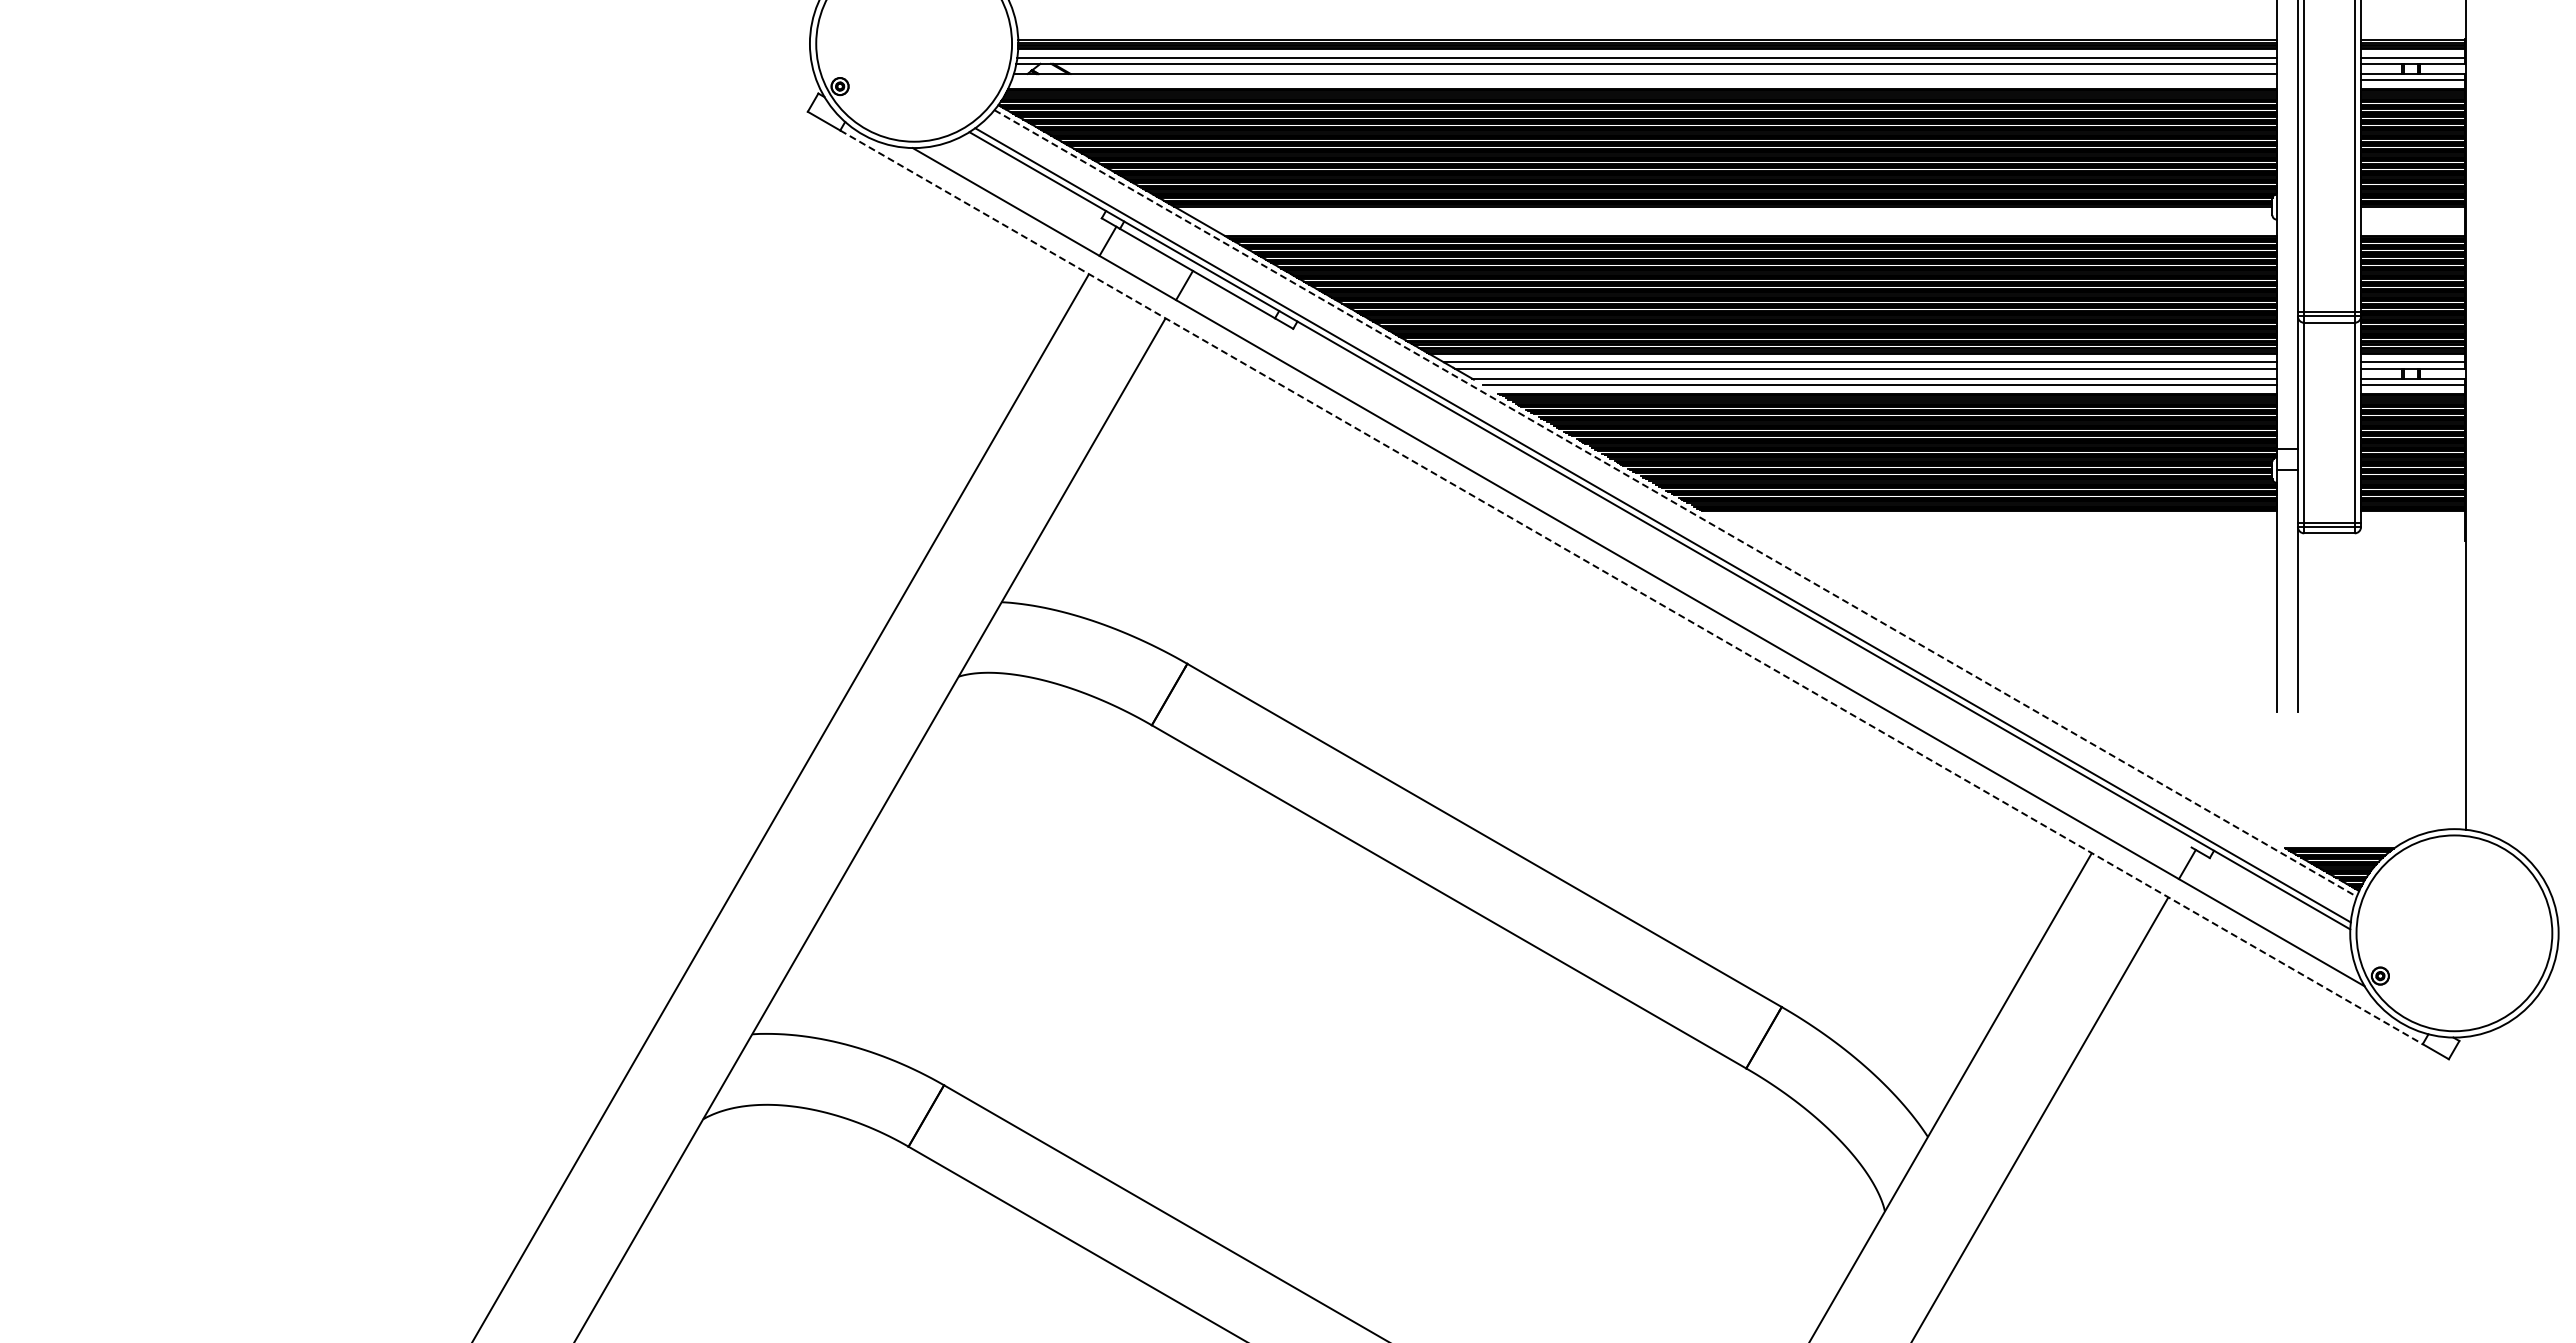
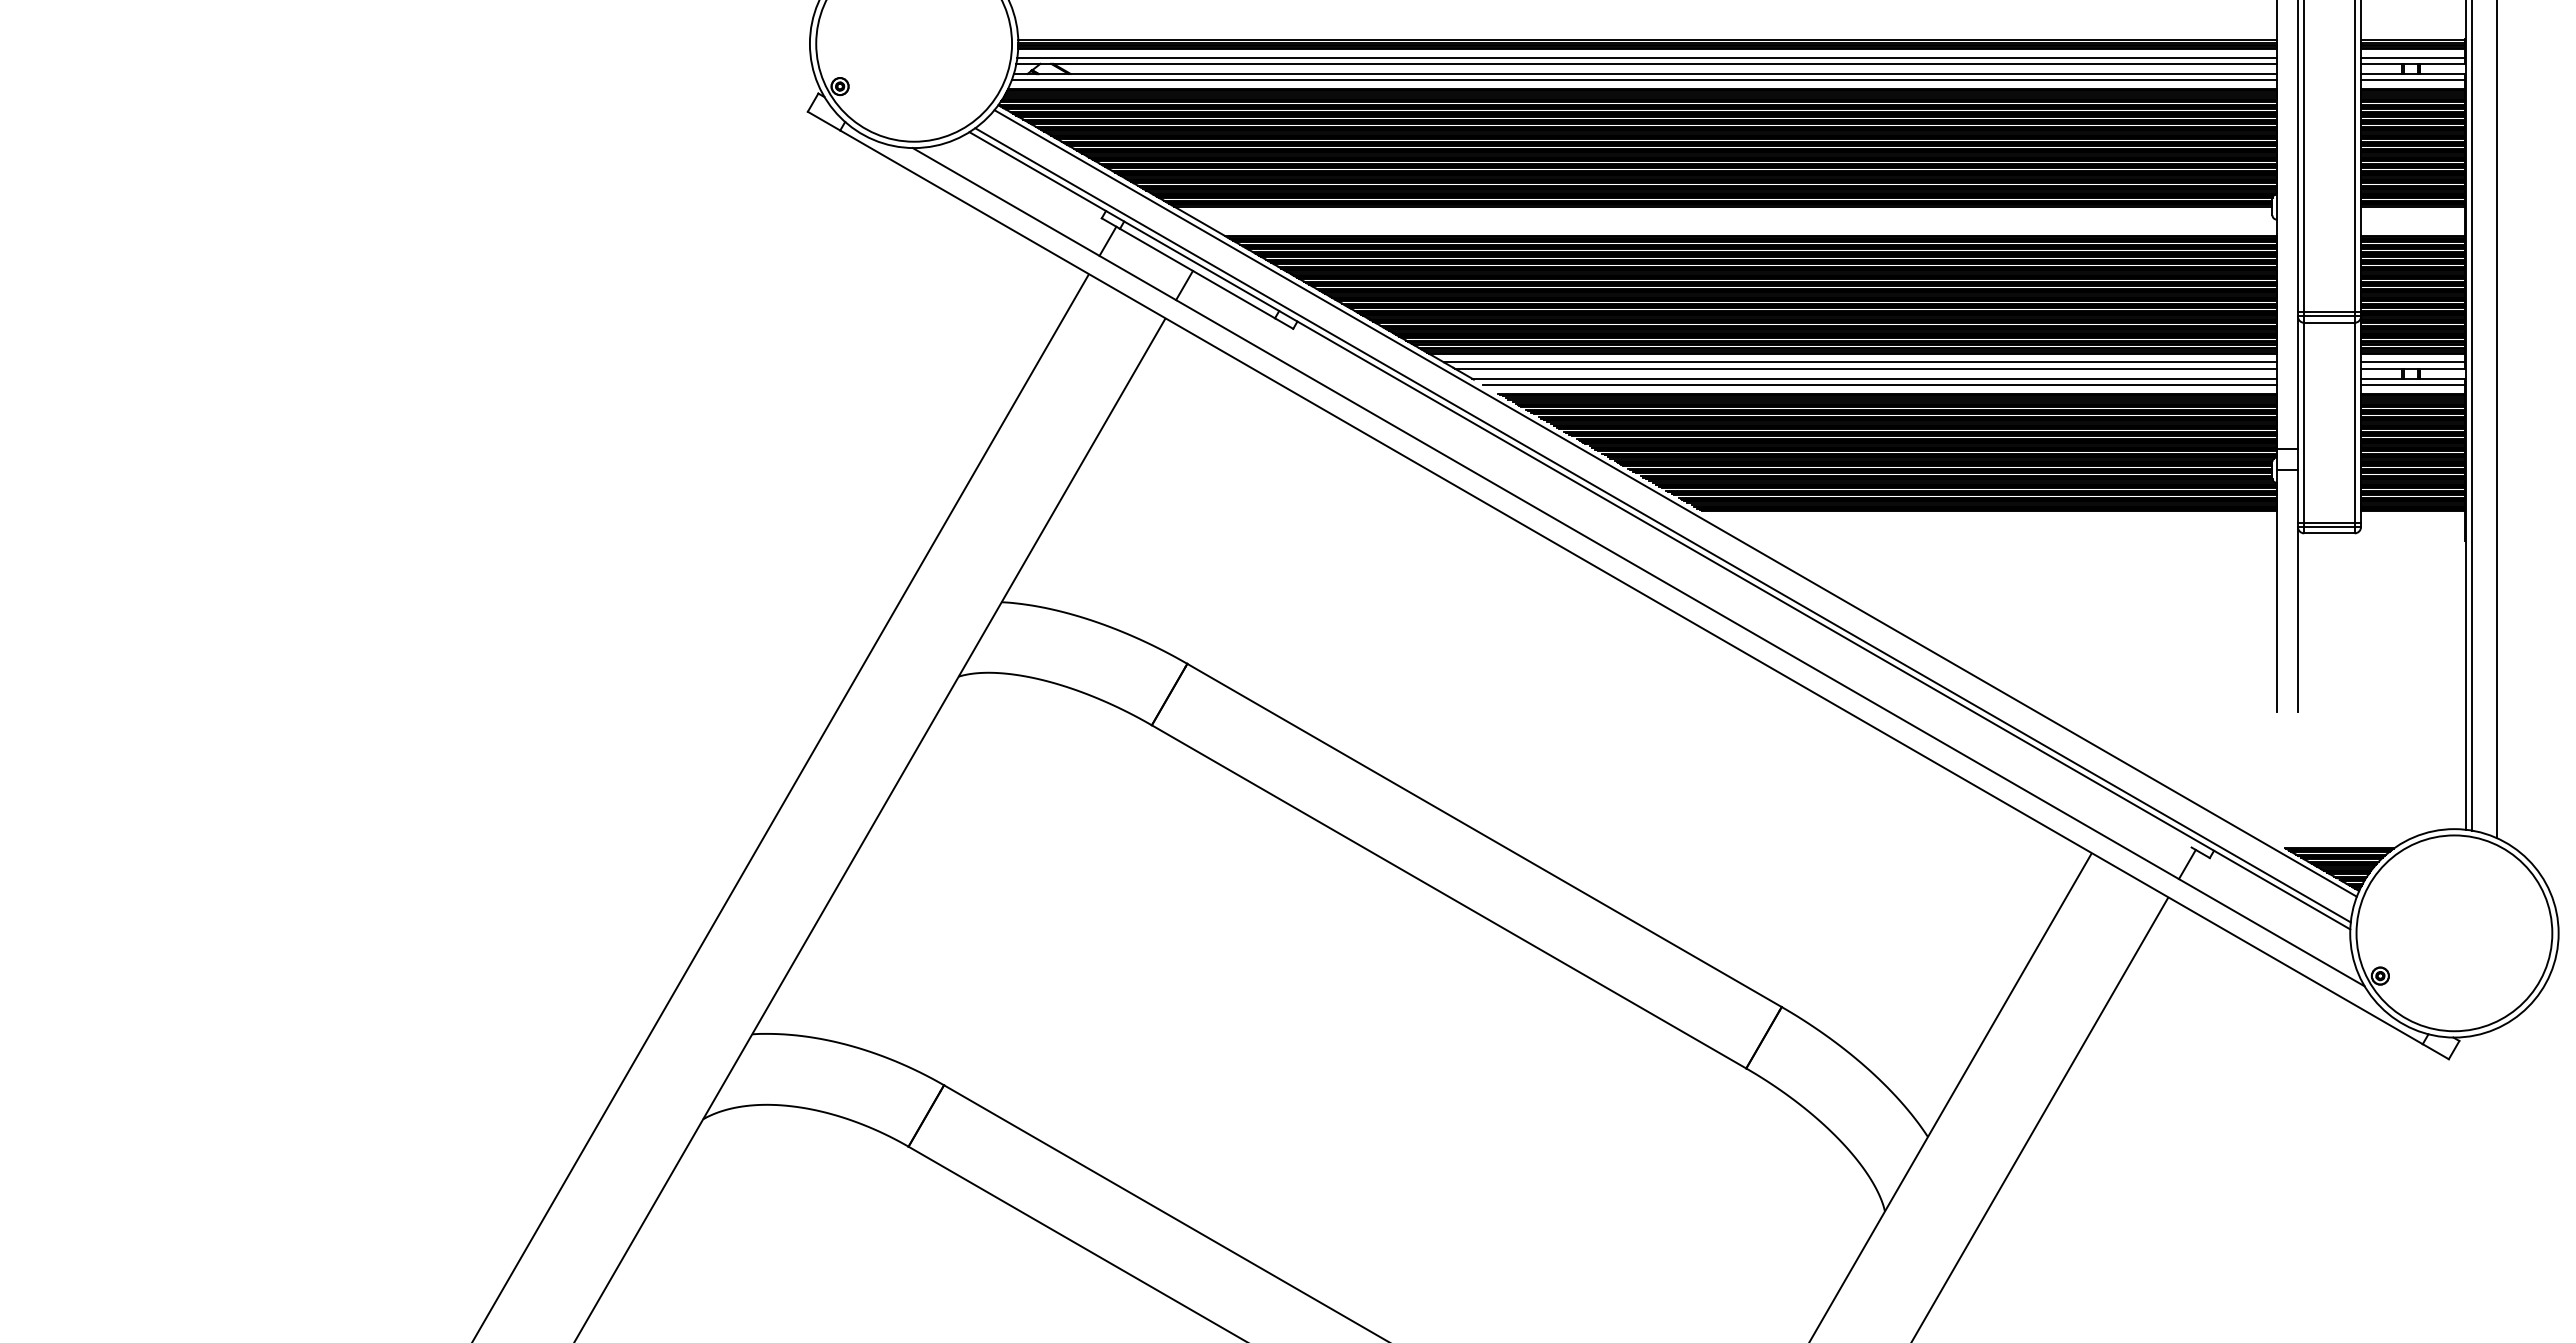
line at (1643, 80): none -> present
line at (2471, 416): none -> present
line at (2497, 420): none -> present
line at (1675, 503): dashed -> solid
line at (1631, 587): dashed -> solid
